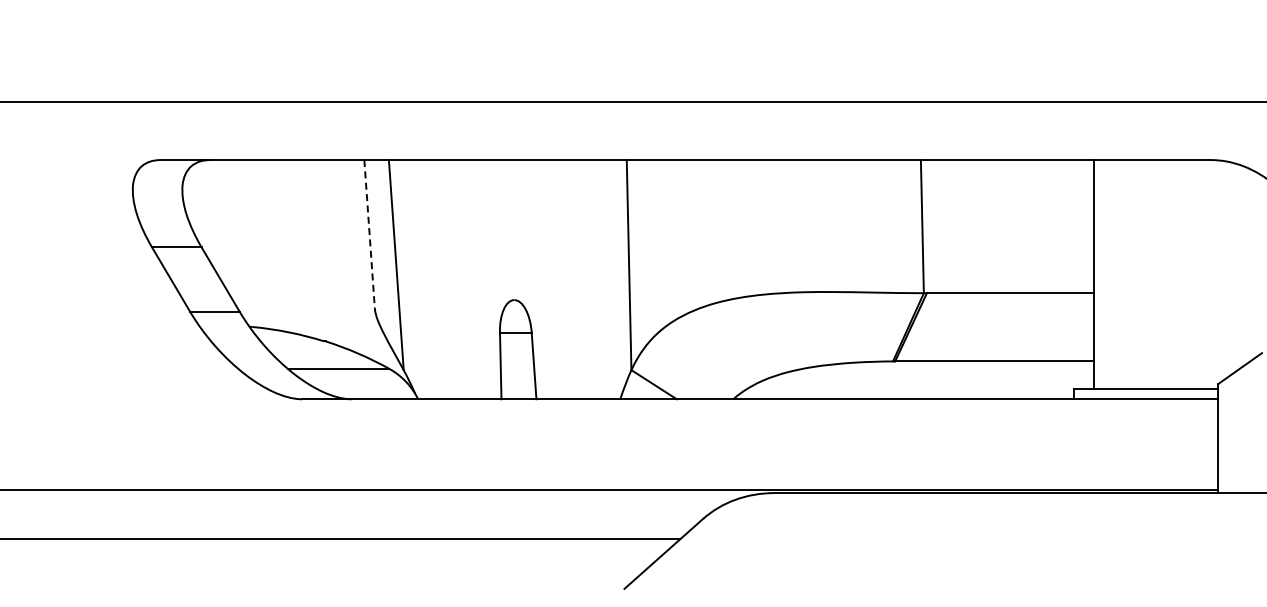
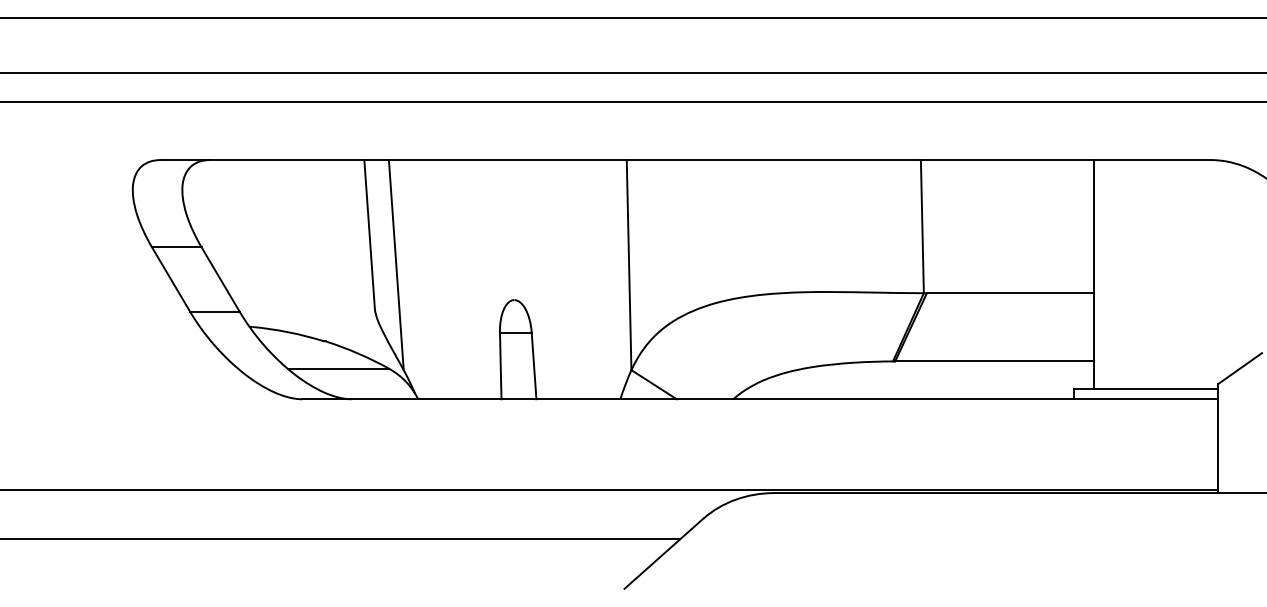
line at (632, 18): none -> present
line at (632, 72): none -> present
line at (369, 234): dashed -> solid
